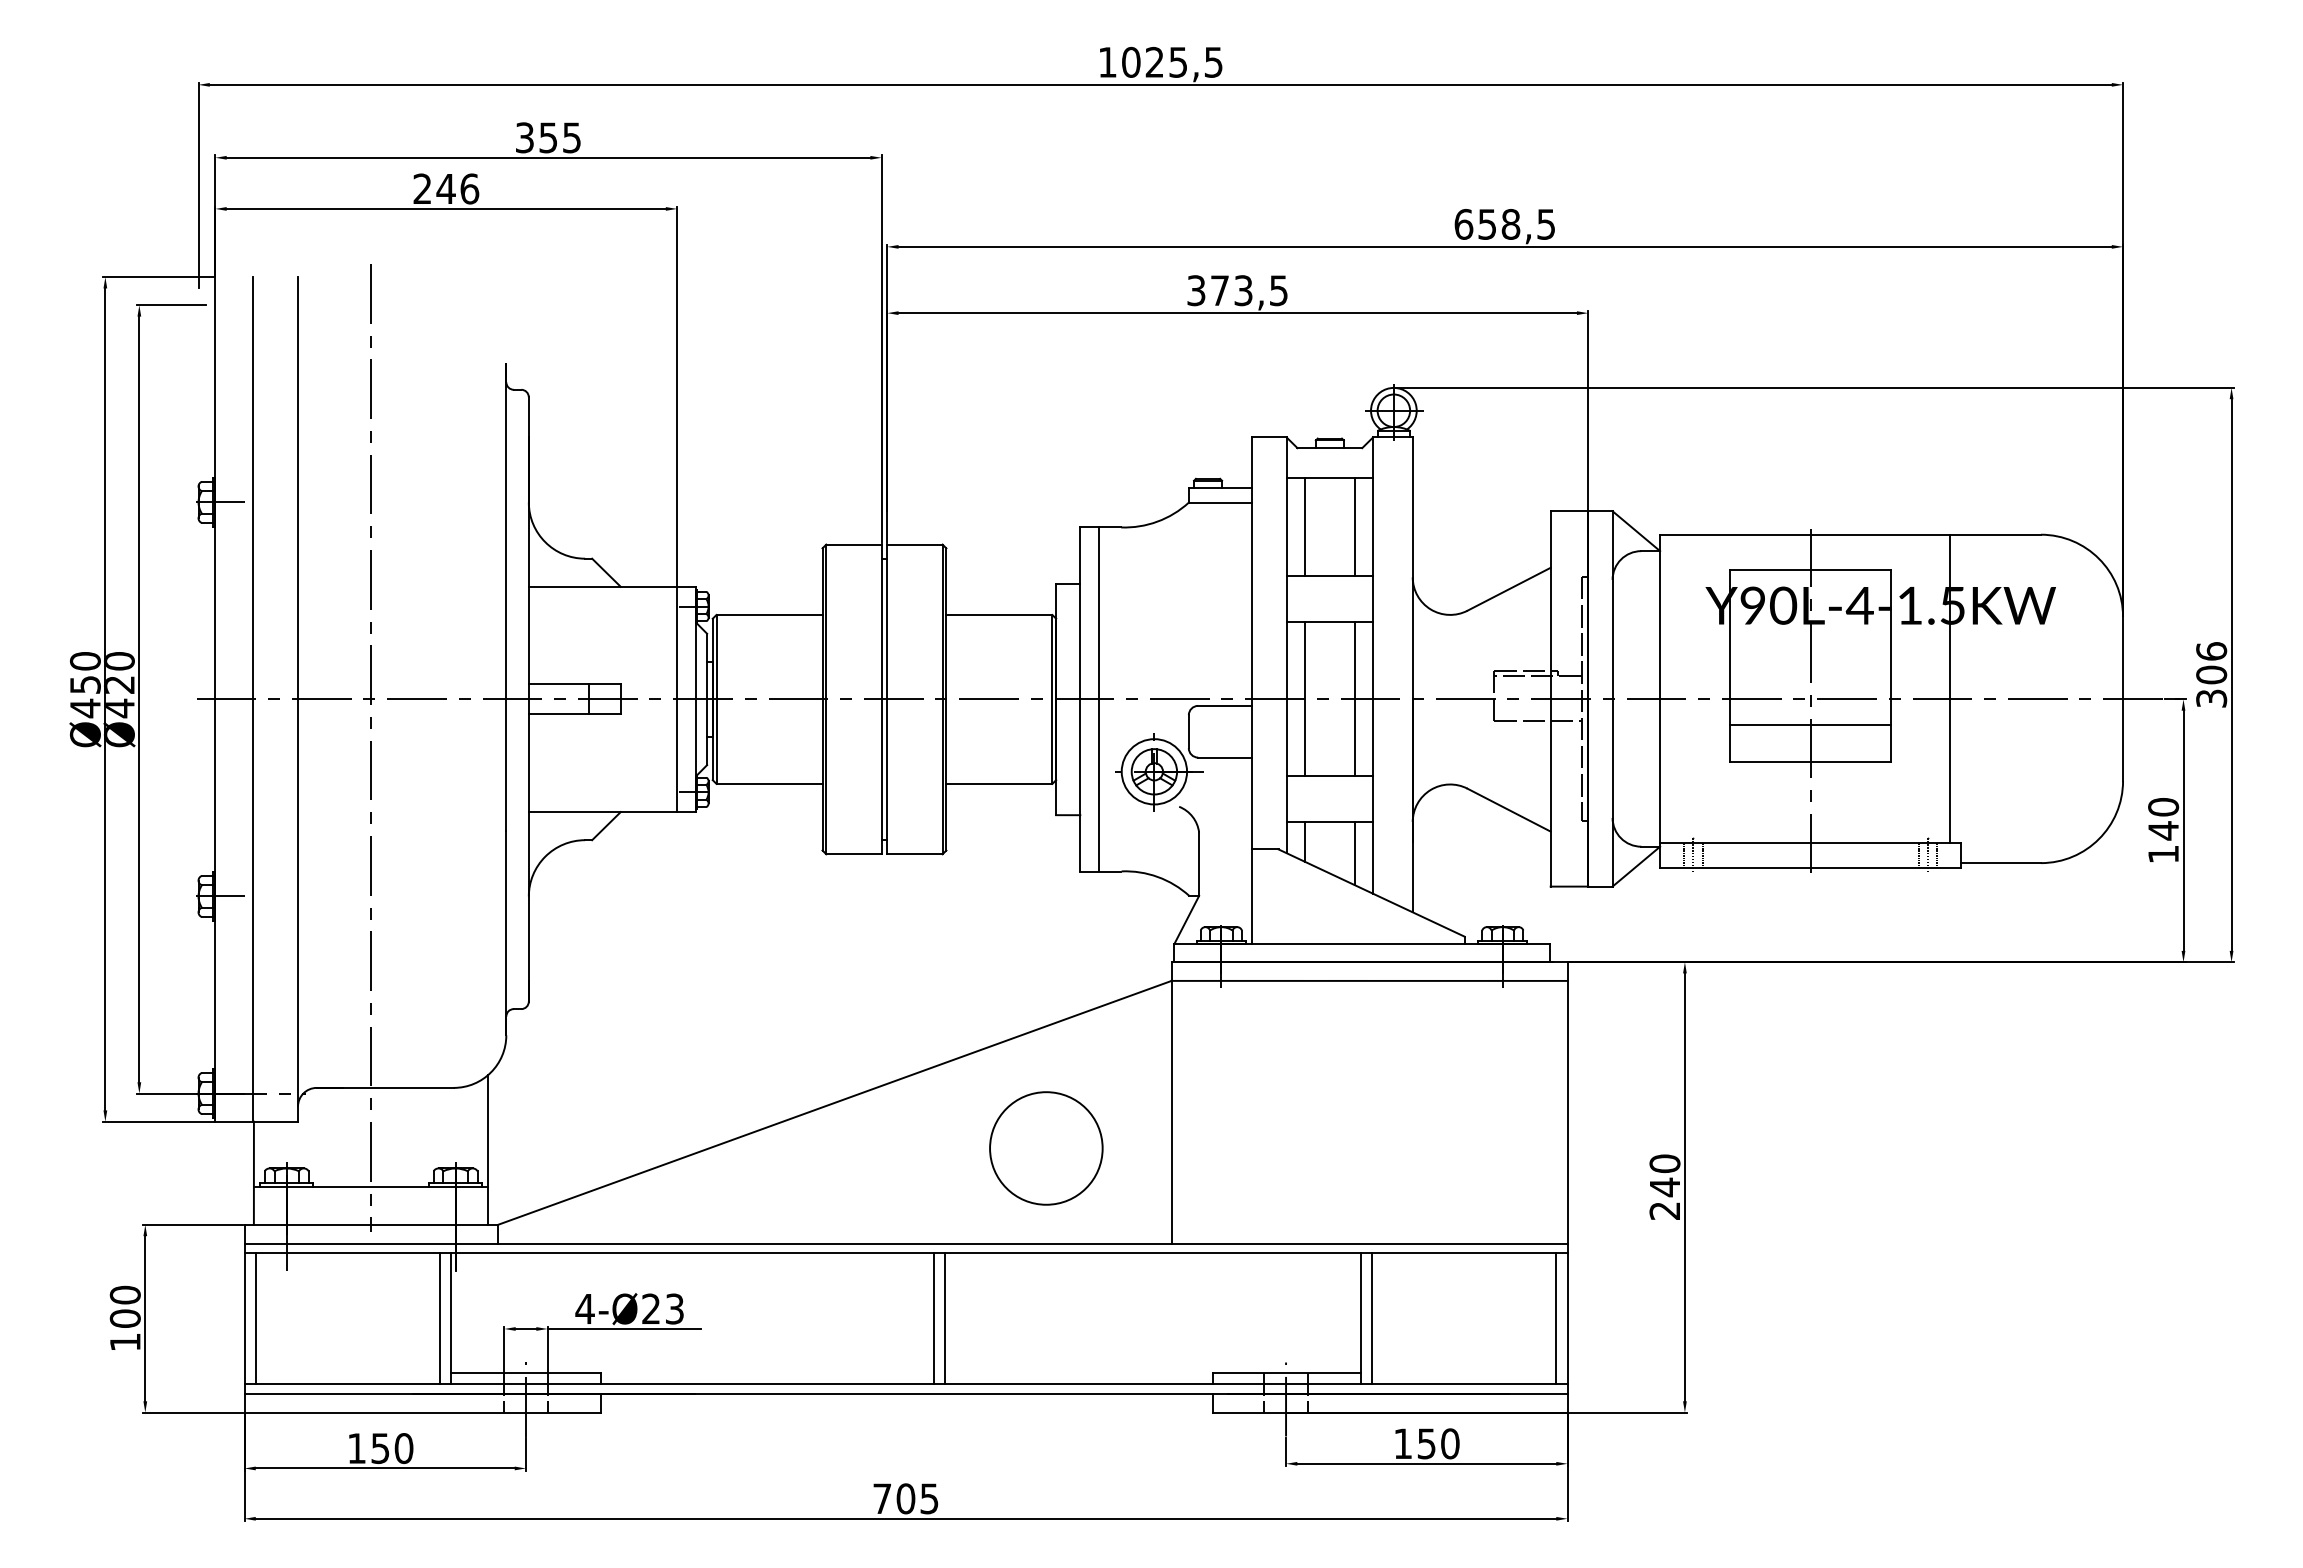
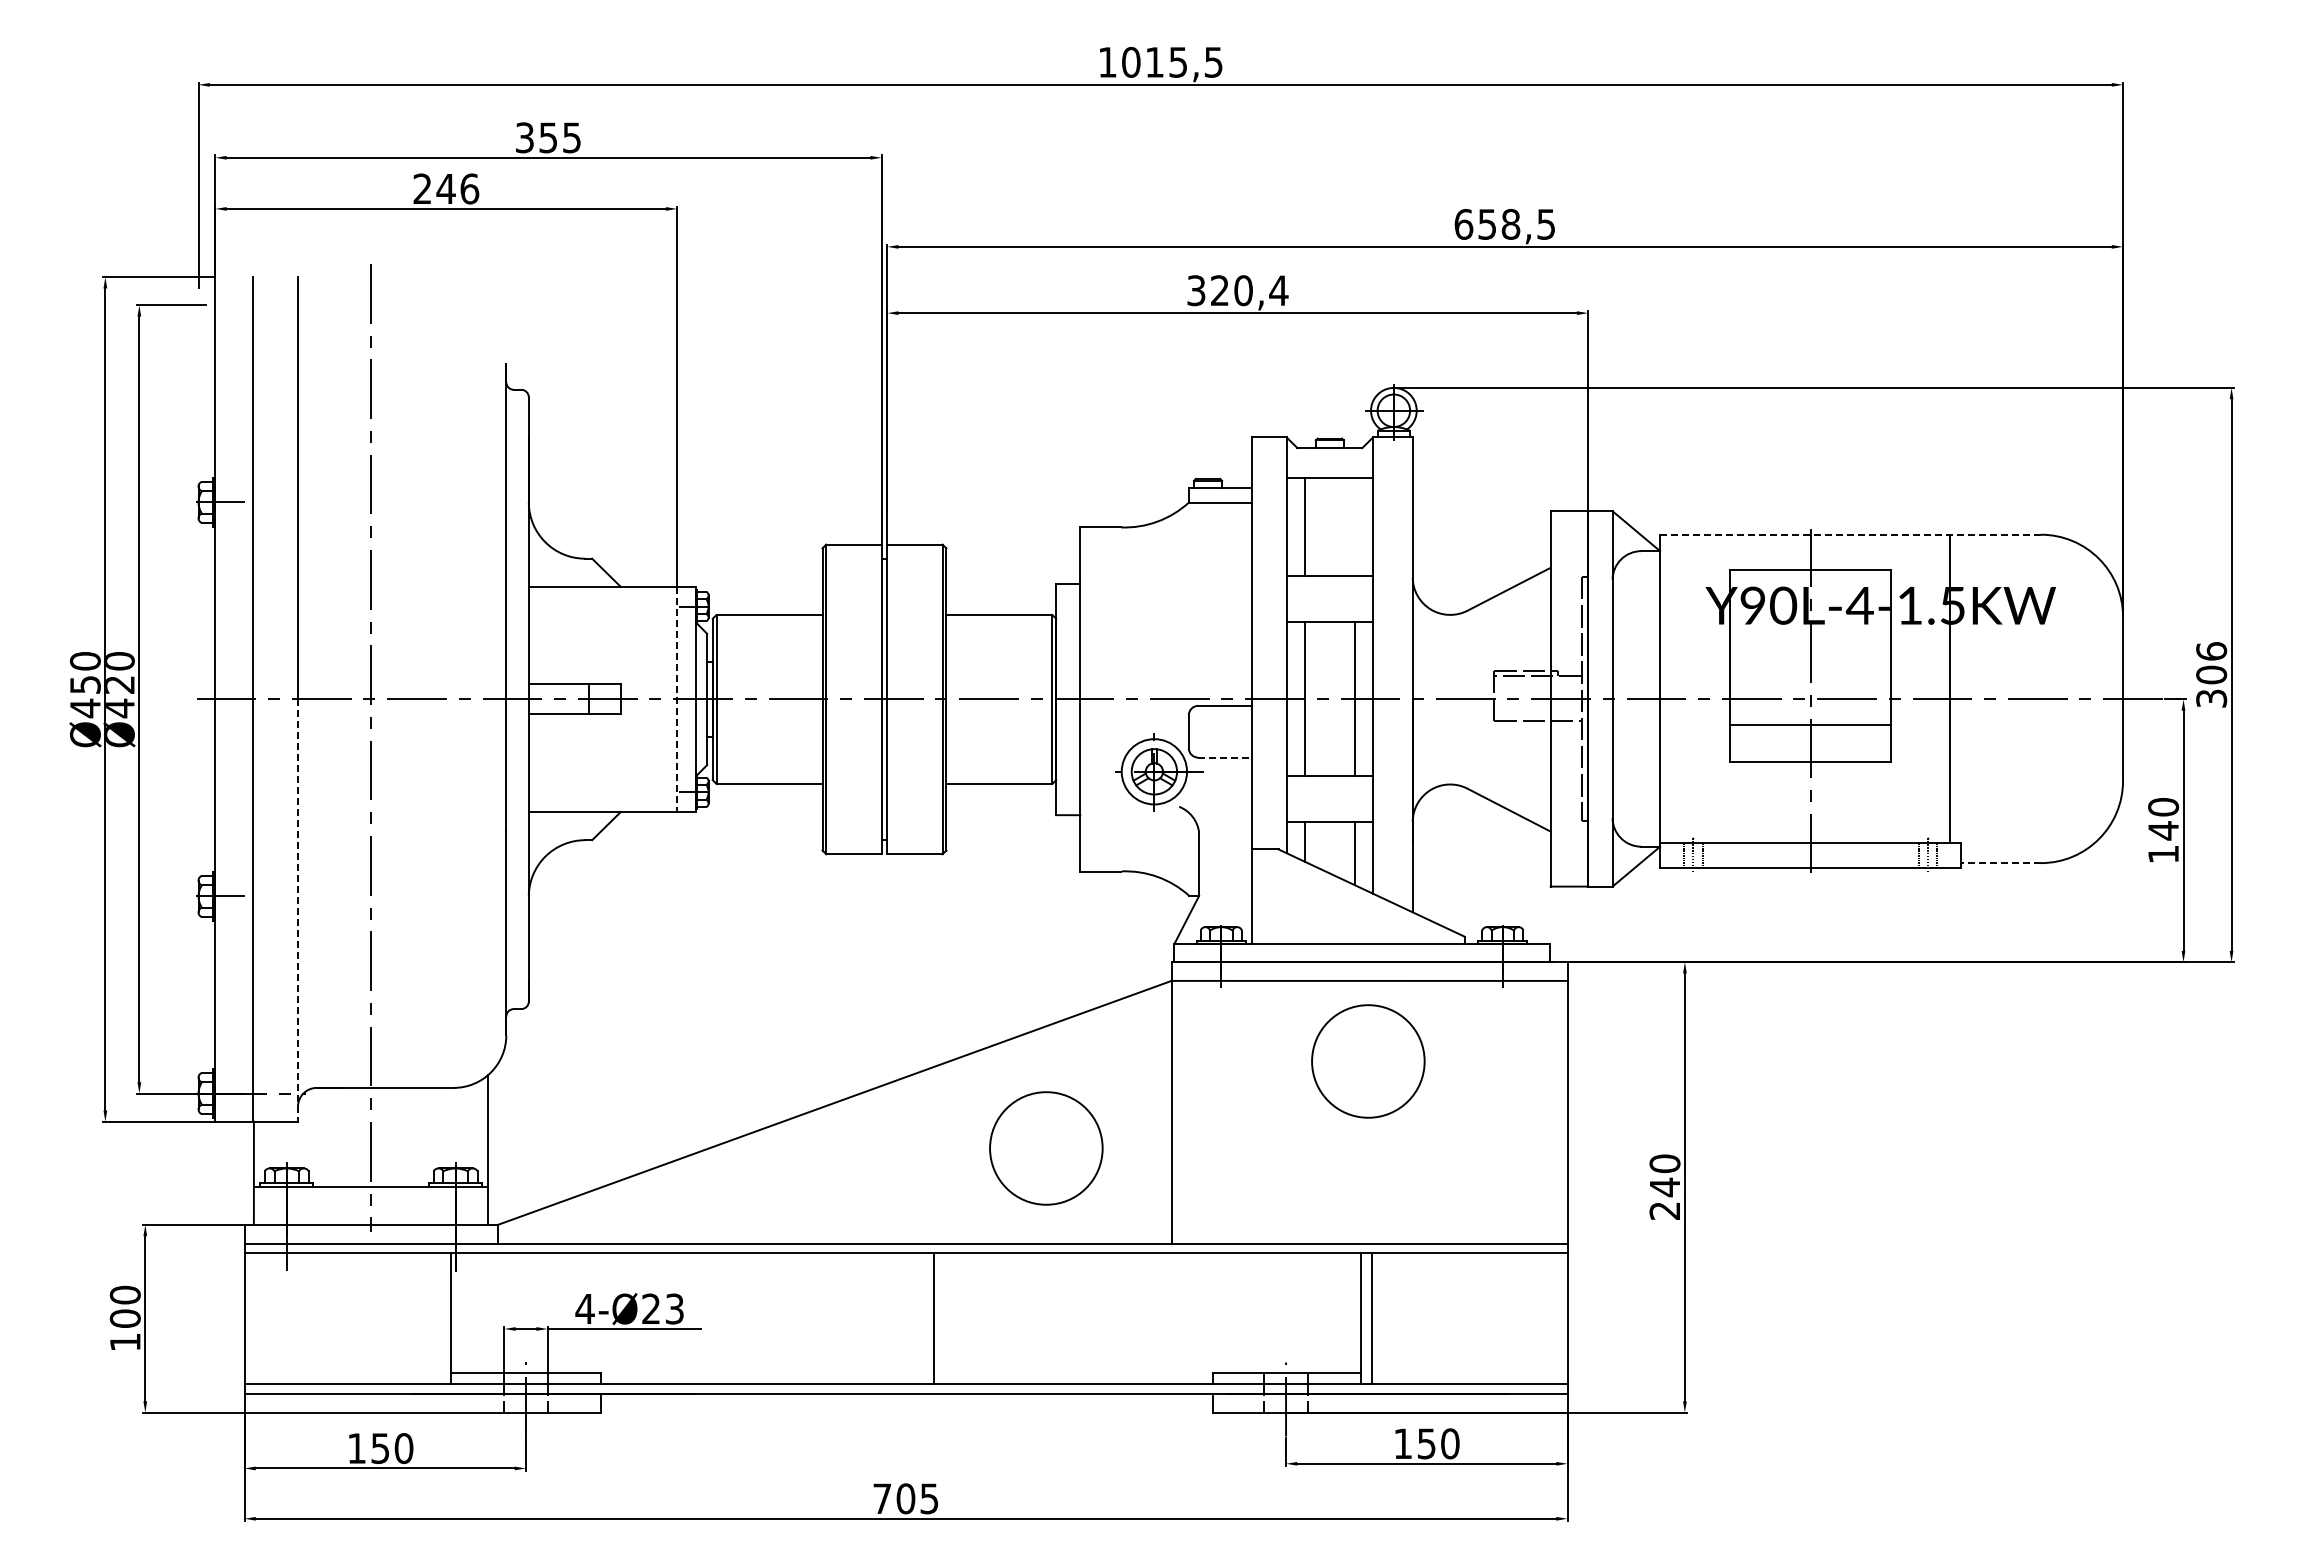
text at (1154, 61): 1025,5 -> 1015,5
text at (1249, 290): 373,5 -> 320,4
line at (1354, 527): present -> none
line at (1851, 534): solid -> dashed
line at (1099, 698): present -> none
line at (677, 699): solid -> dashed
line at (1224, 757): solid -> dashed
line at (2000, 863): solid -> dashed
line at (298, 911): solid -> dashed
circle at (1368, 1061): none -> present
line at (255, 1318): present -> none
line at (439, 1318): present -> none
line at (945, 1318): present -> none
line at (1556, 1318): present -> none
